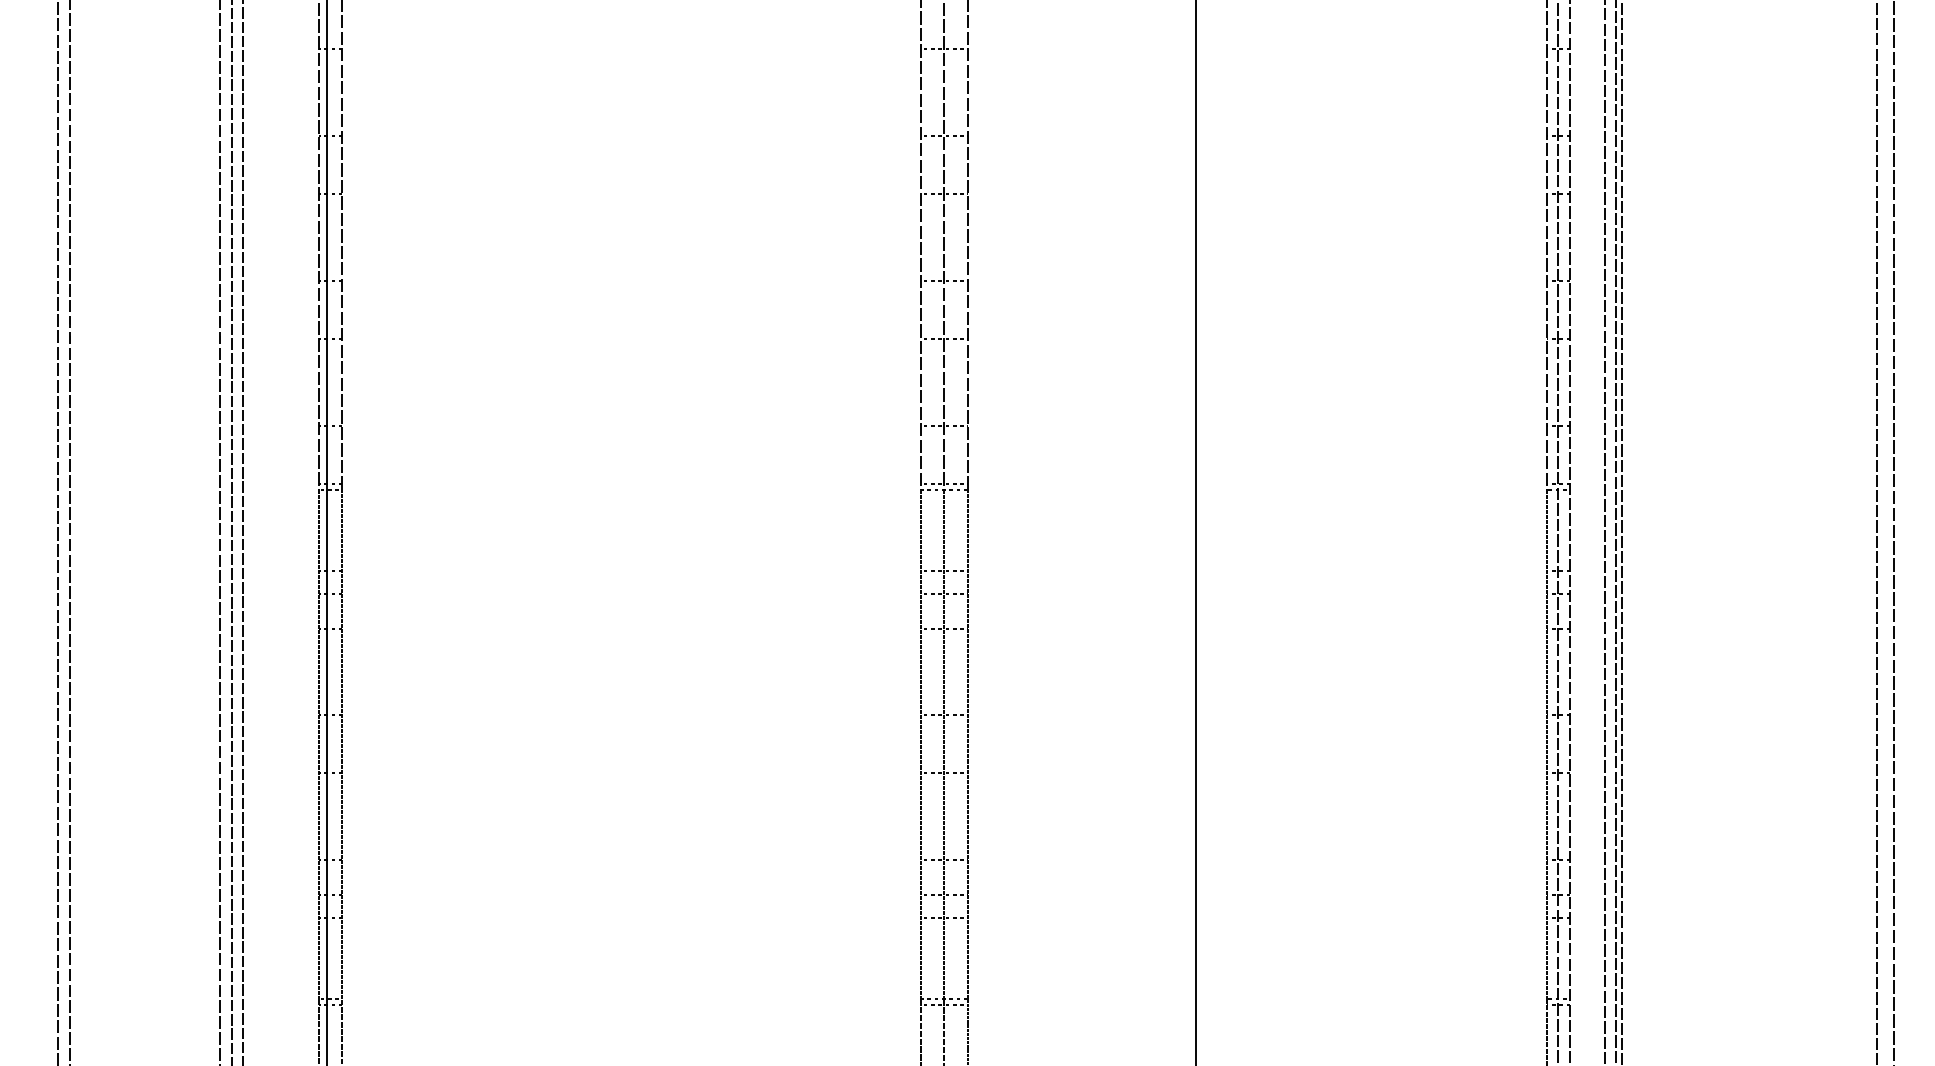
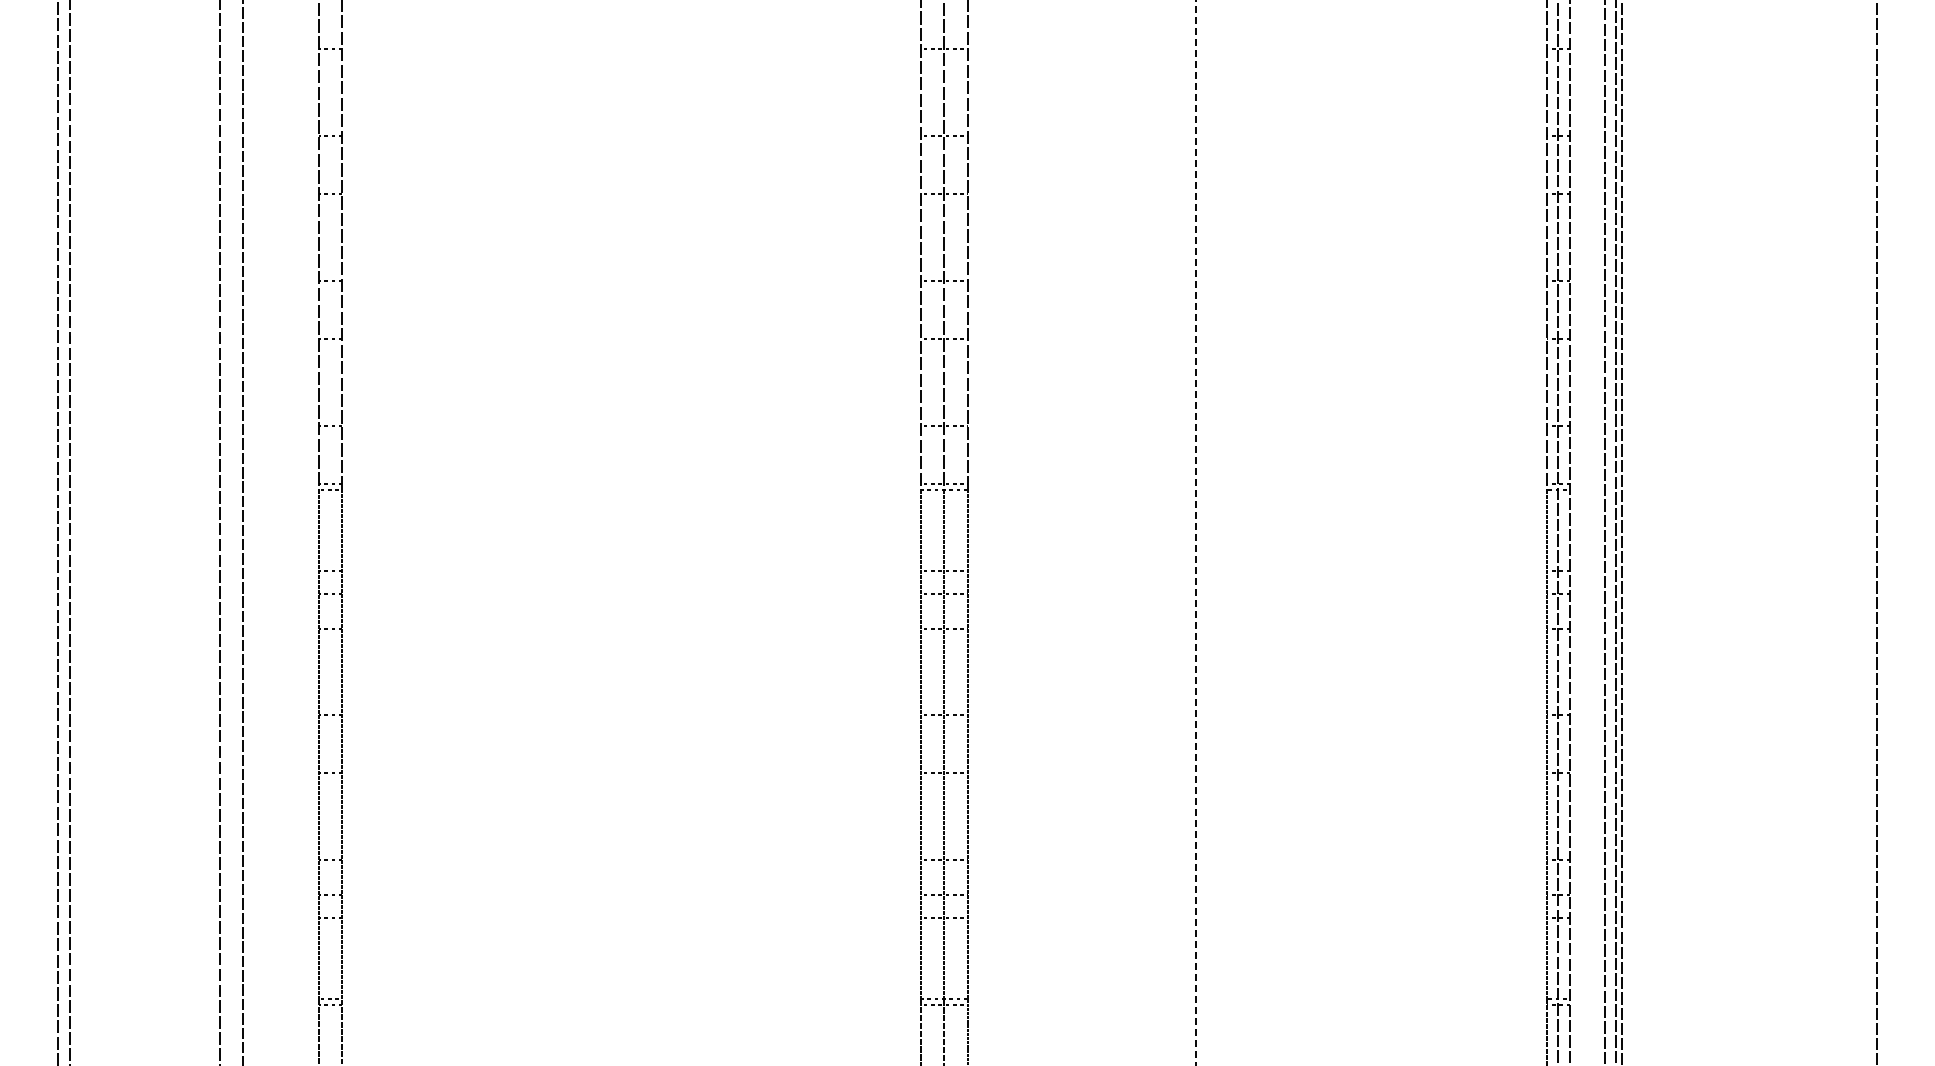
line at (231, 532): present -> none
line at (327, 532): present -> none
line at (1196, 532): solid -> dashed
line at (1894, 532): present -> none
